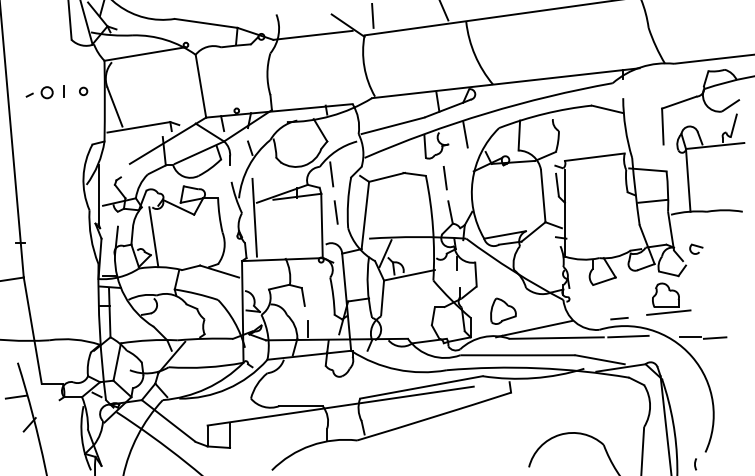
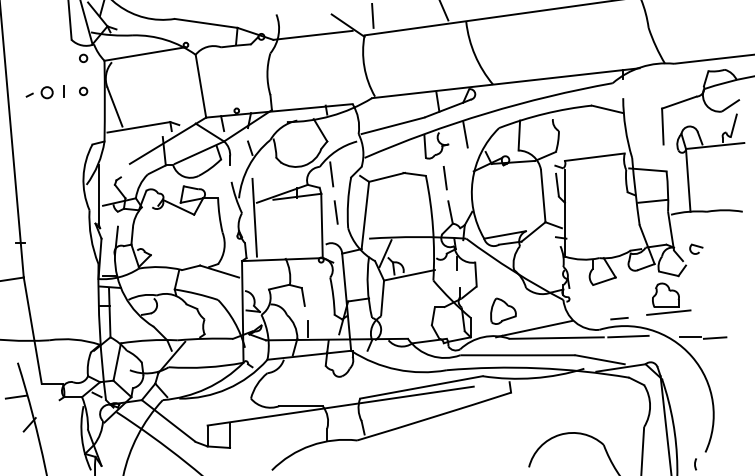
circle at (83, 57): none -> present
line at (153, 237): present -> none
